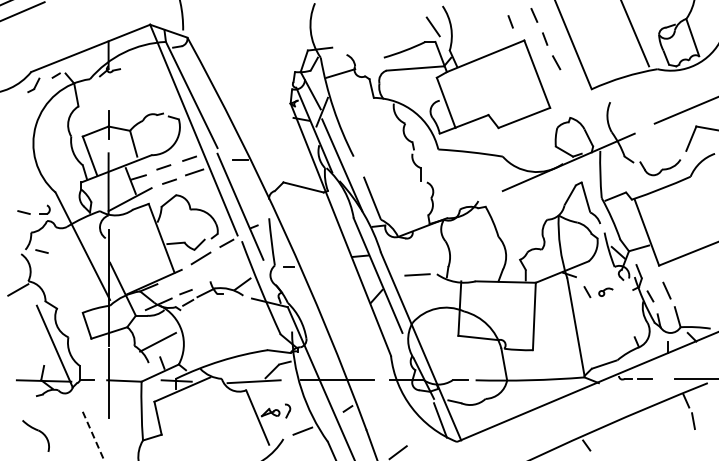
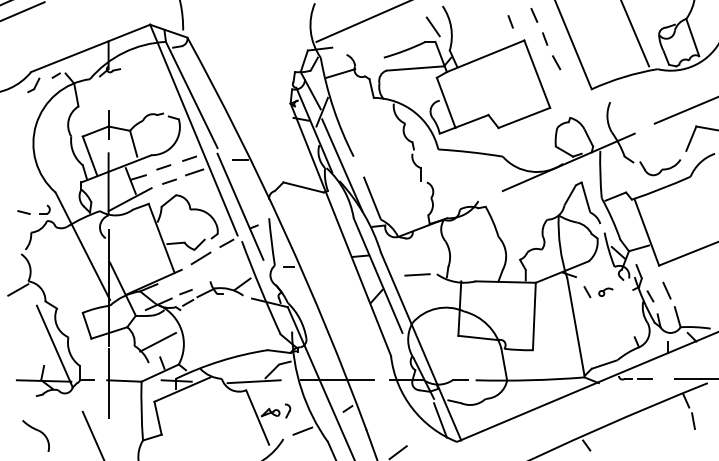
line at (361, 21): none -> present
line at (41, 251): present -> none
line at (93, 436): dashed -> solid
